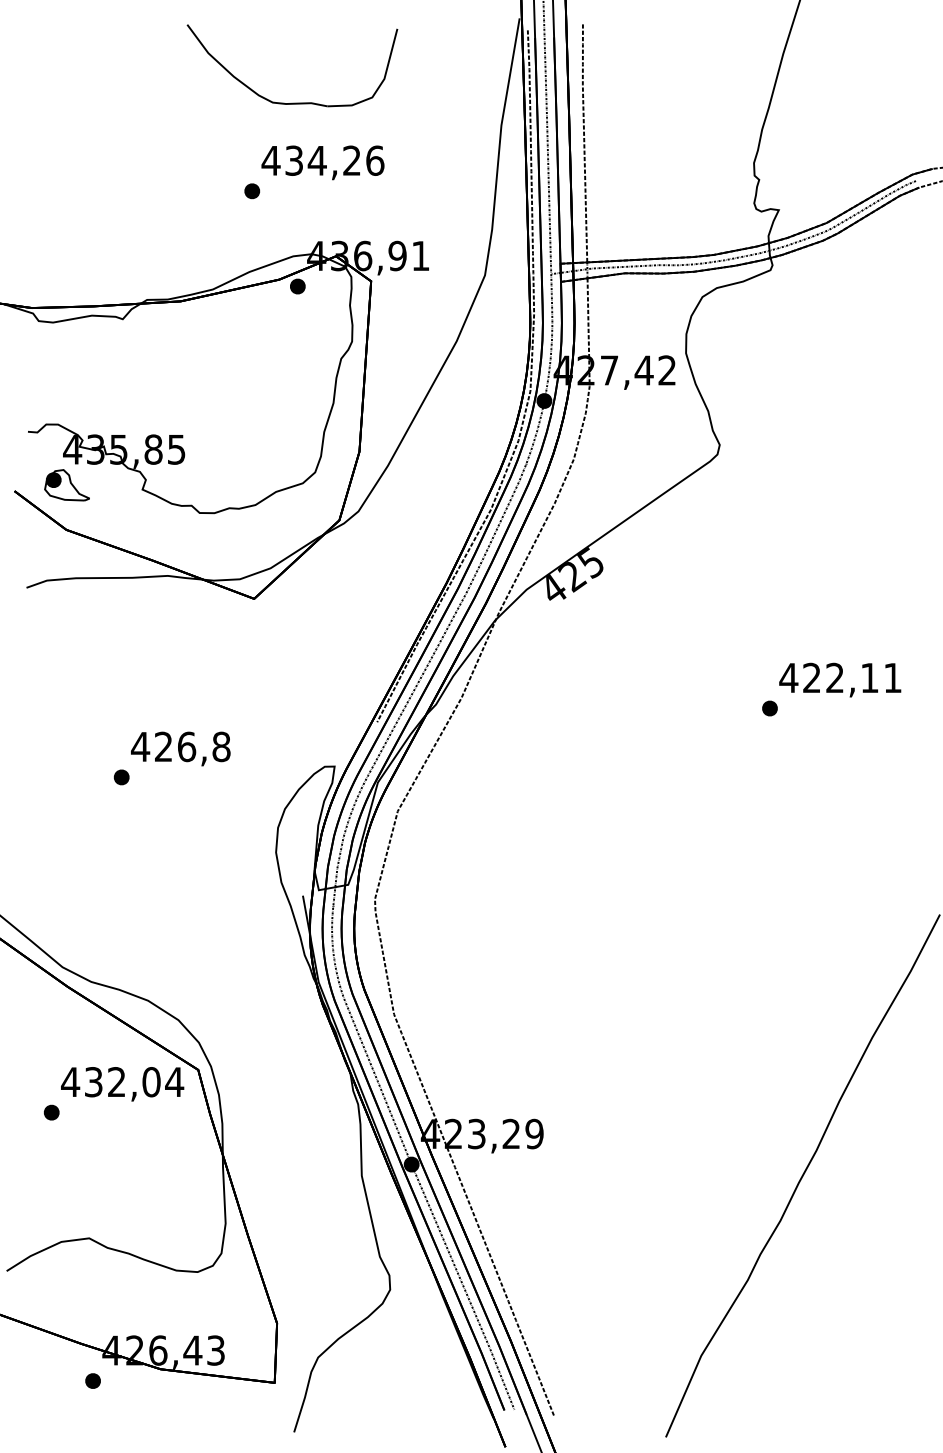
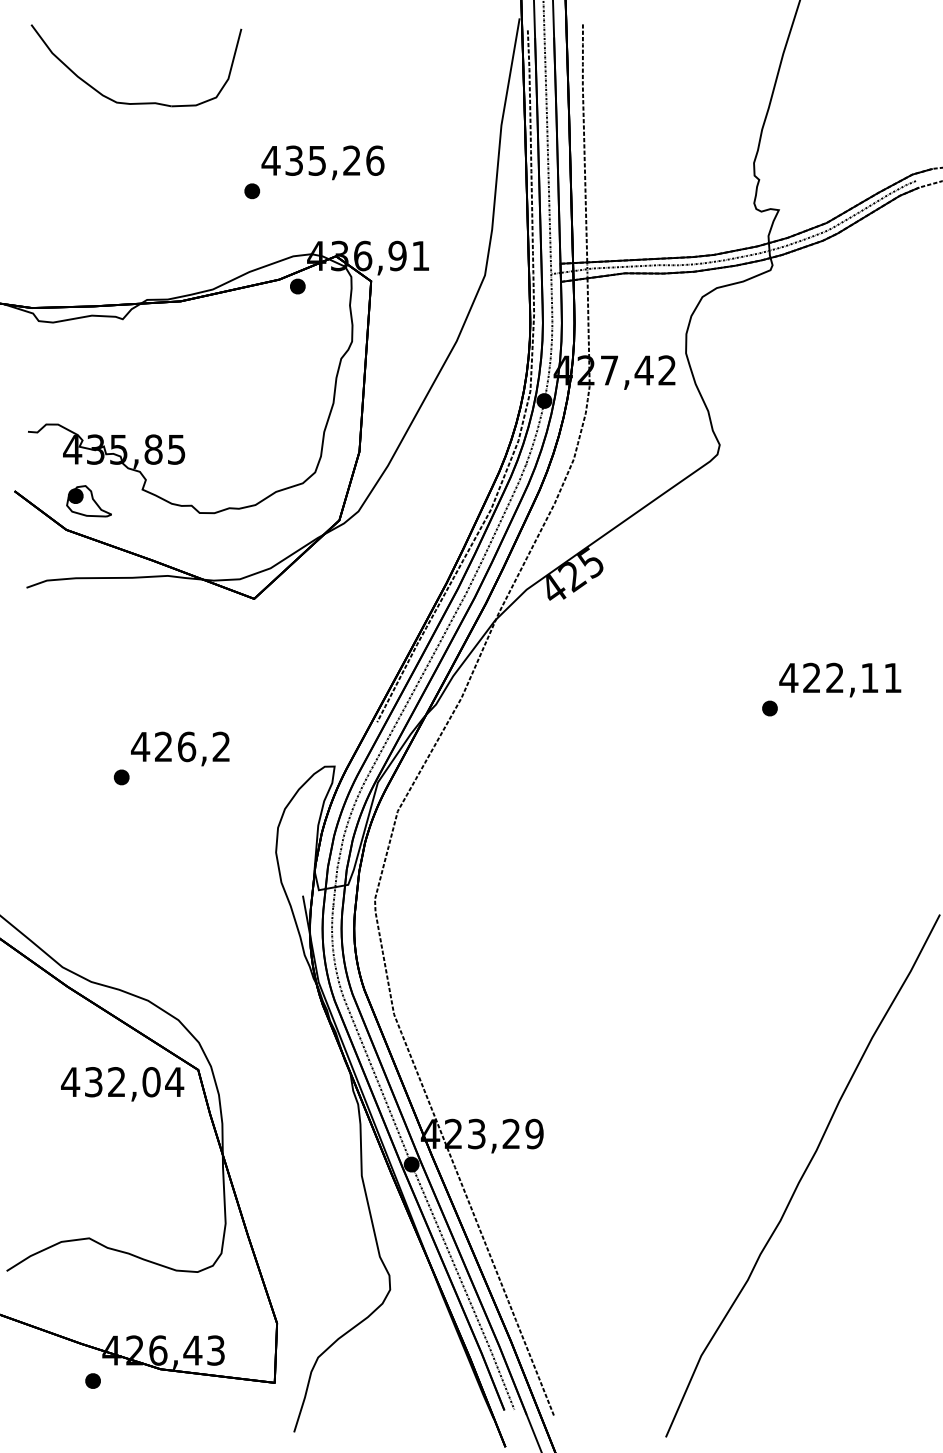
part at (292, 102) position: (292, 102) -> (136, 102)
text at (316, 160): 434,26 -> 435,26
part at (66, 485) position: (66, 485) -> (88, 501)
text at (221, 746): 426,8 -> 426,2
part at (51, 1112): present -> none
